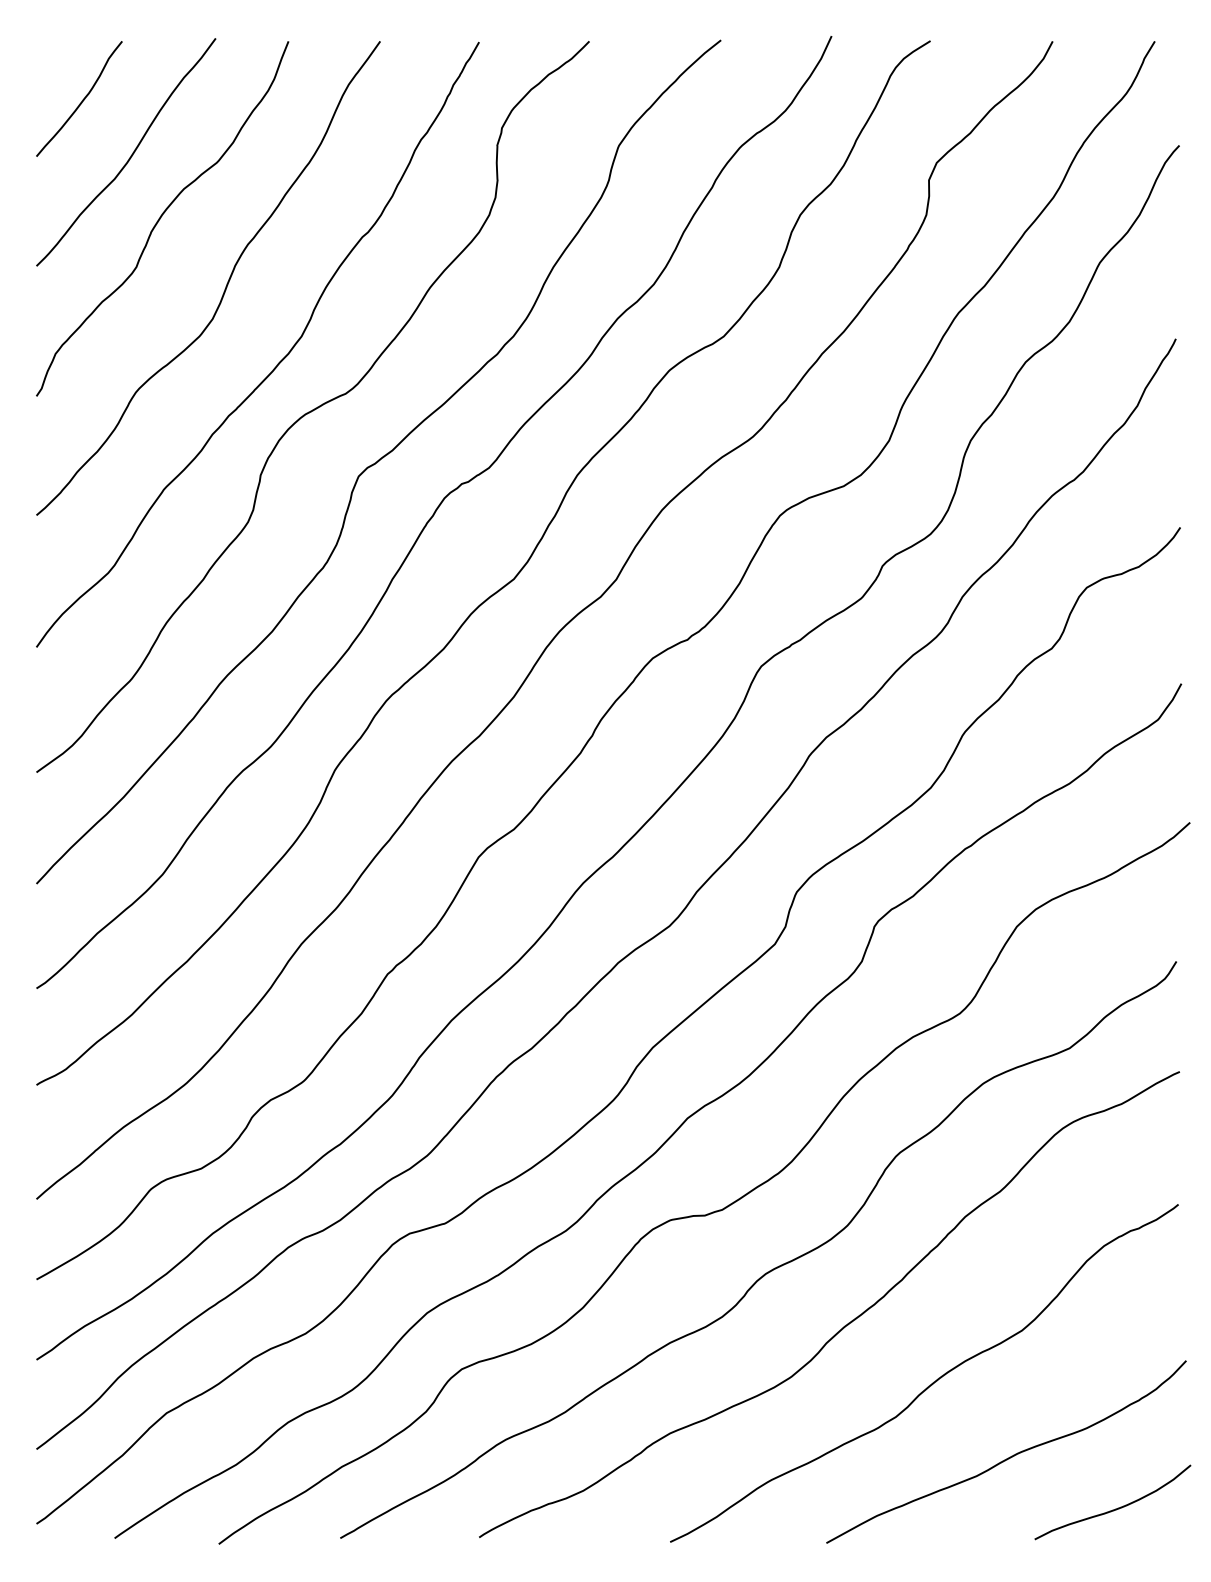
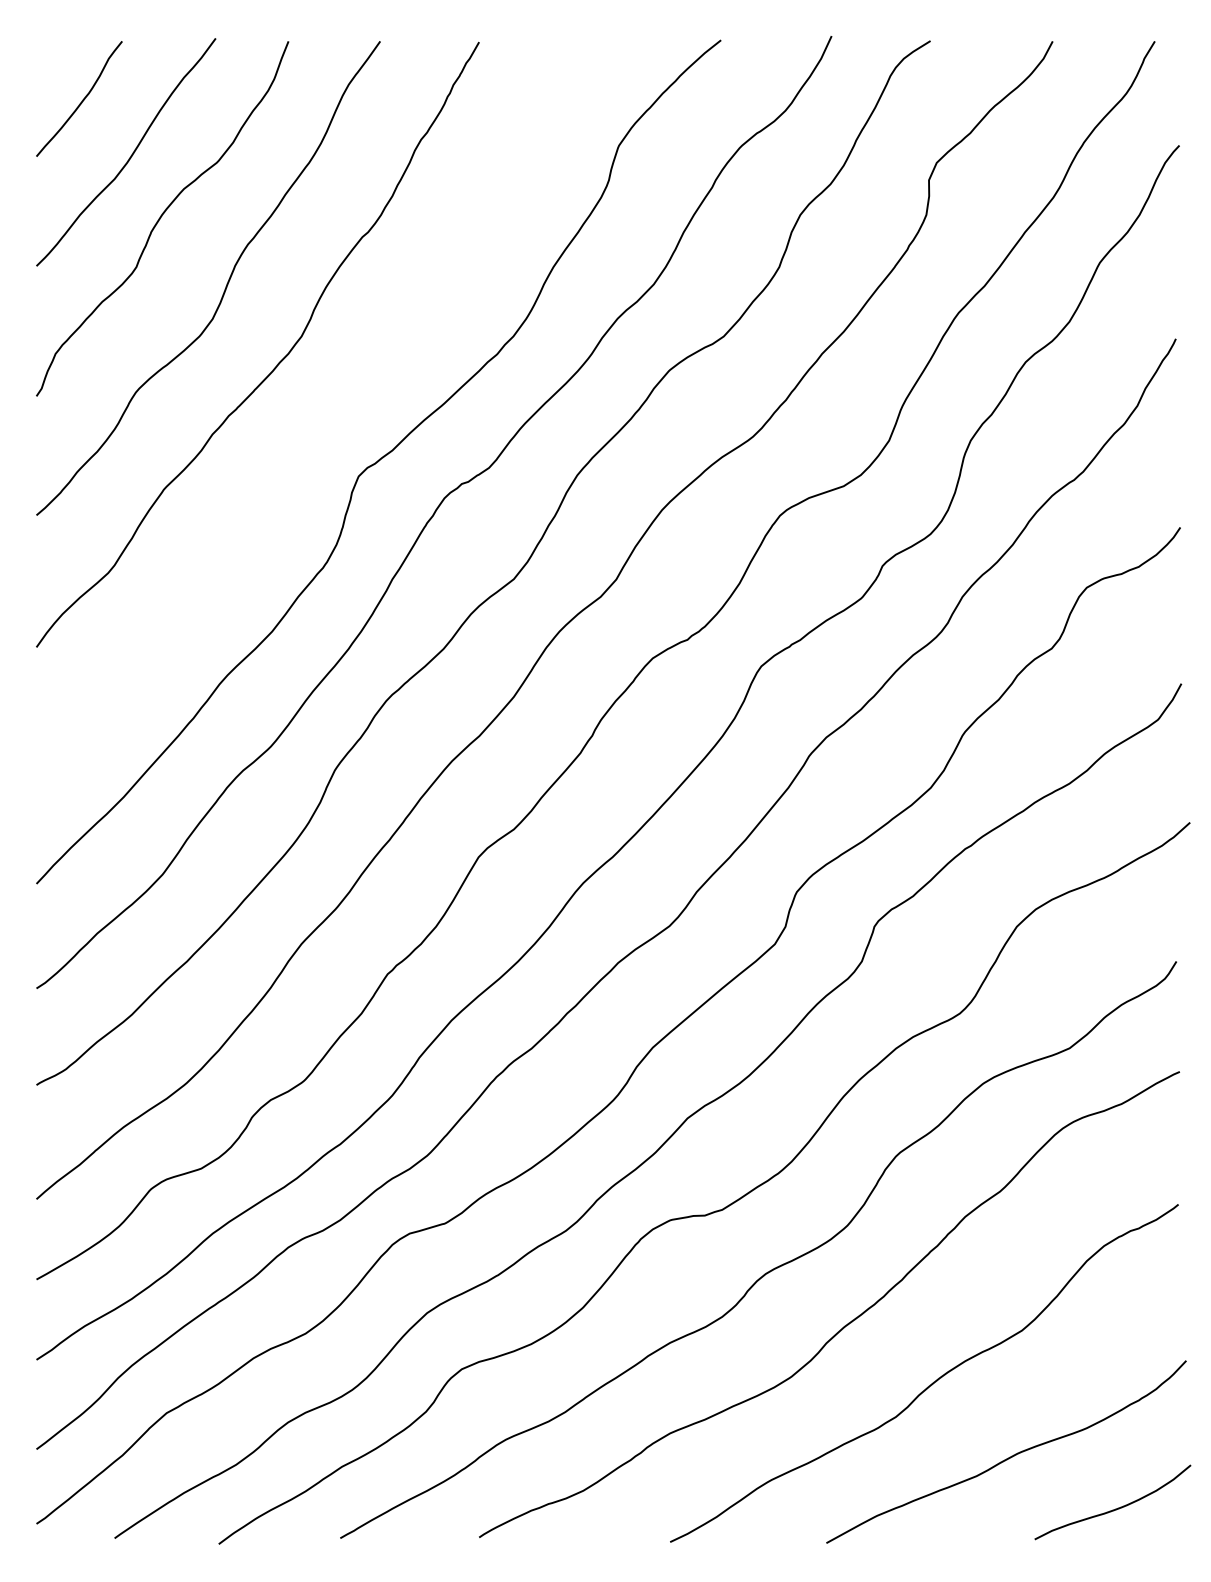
curve at (314, 408): present -> none
